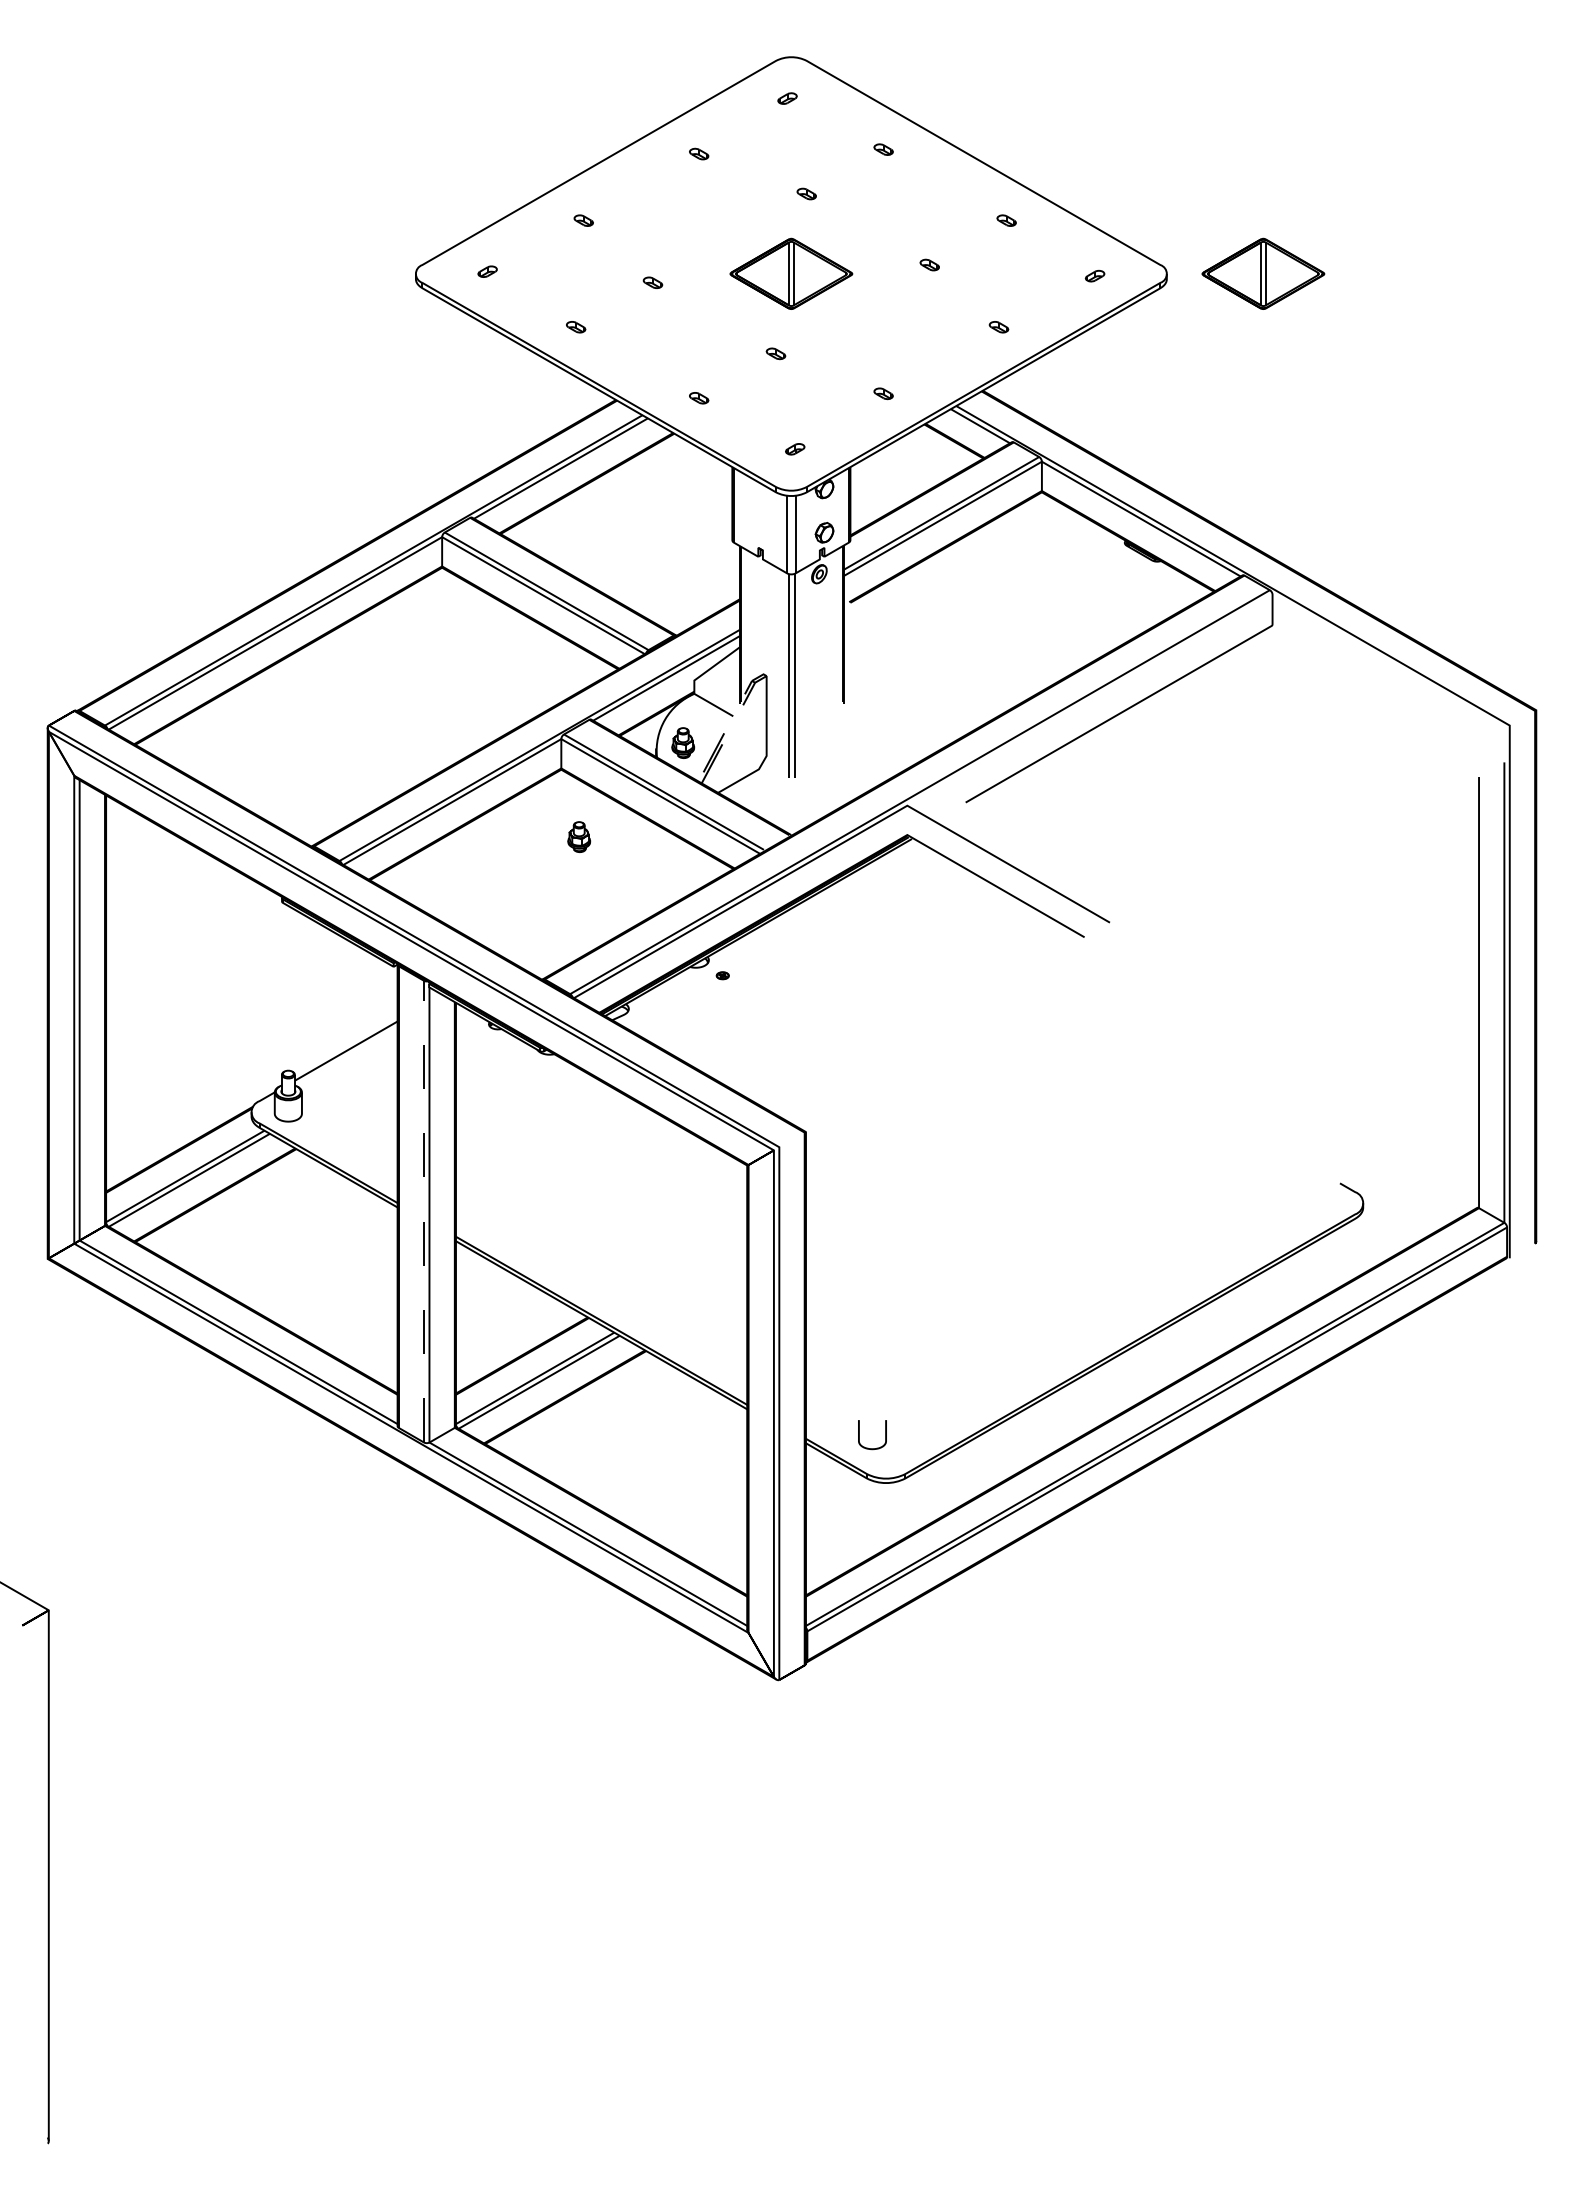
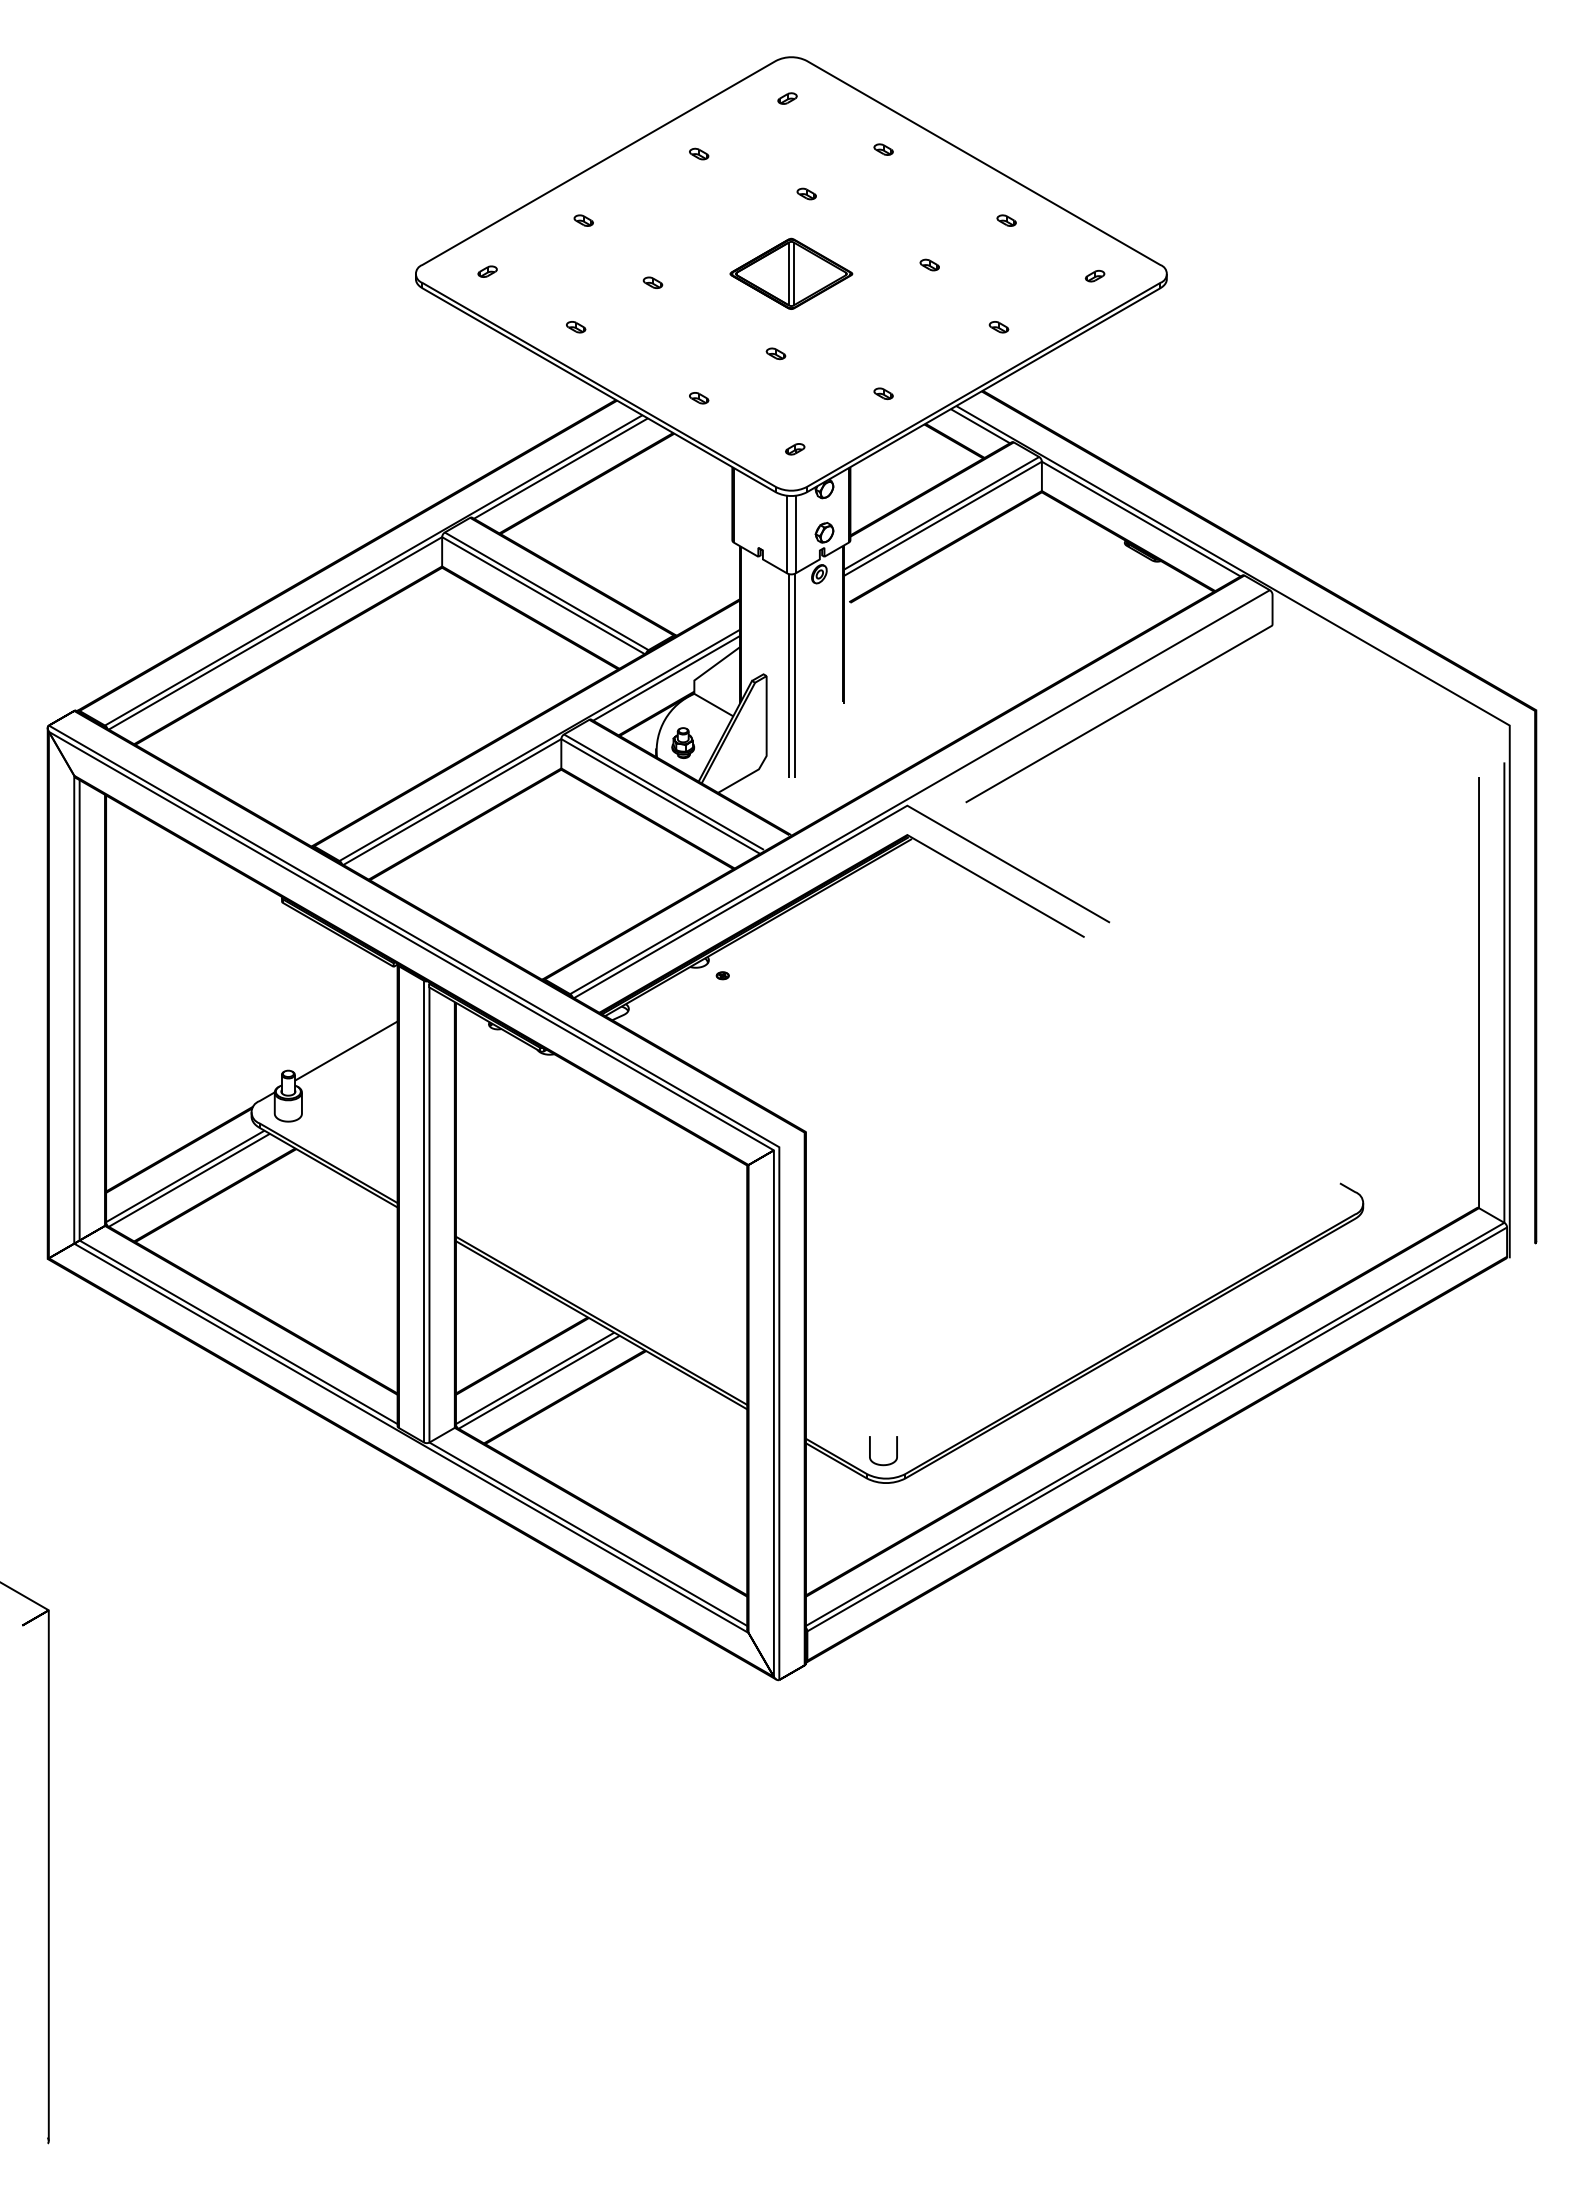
part at (1263, 273): present -> none
line at (753, 681): dashed -> solid
part at (579, 836): present -> none
line at (424, 1211): dashed -> solid
curve at (868, 1447) position: (868, 1447) -> (879, 1463)
